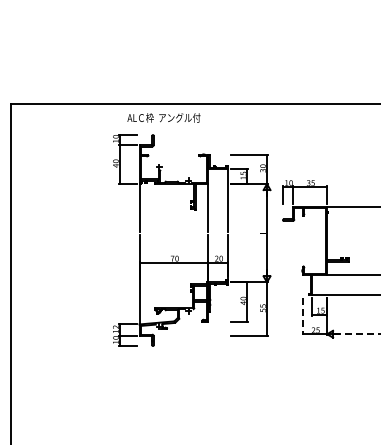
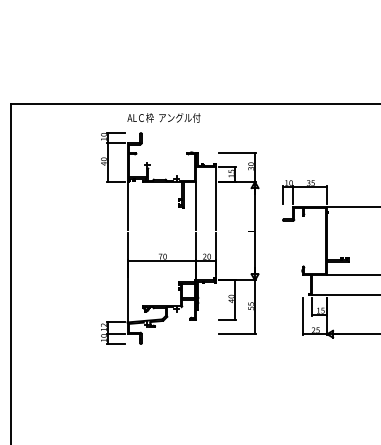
part at (207, 240) position: (207, 240) -> (195, 238)
line at (302, 316): dashed -> solid
line at (357, 334): dashed -> solid
